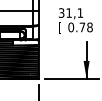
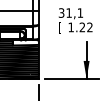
text at (80, 27): 0.78 -> 1.22
